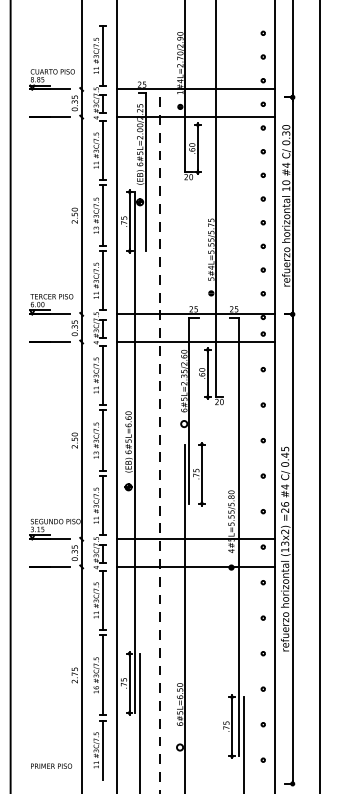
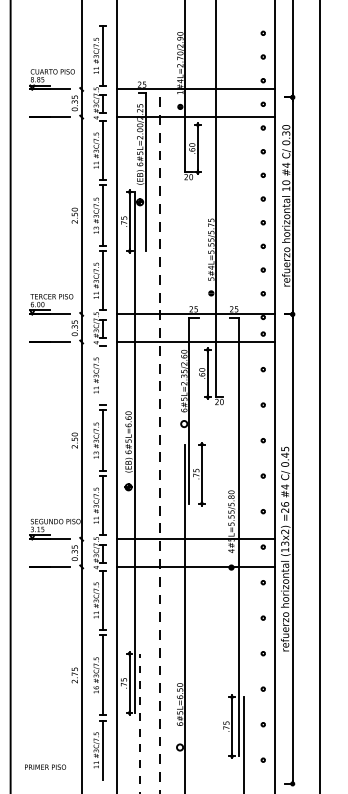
line at (103, 375): present -> none
line at (140, 723): solid -> dashed
text at (51, 765) position: (51, 765) -> (45, 766)
